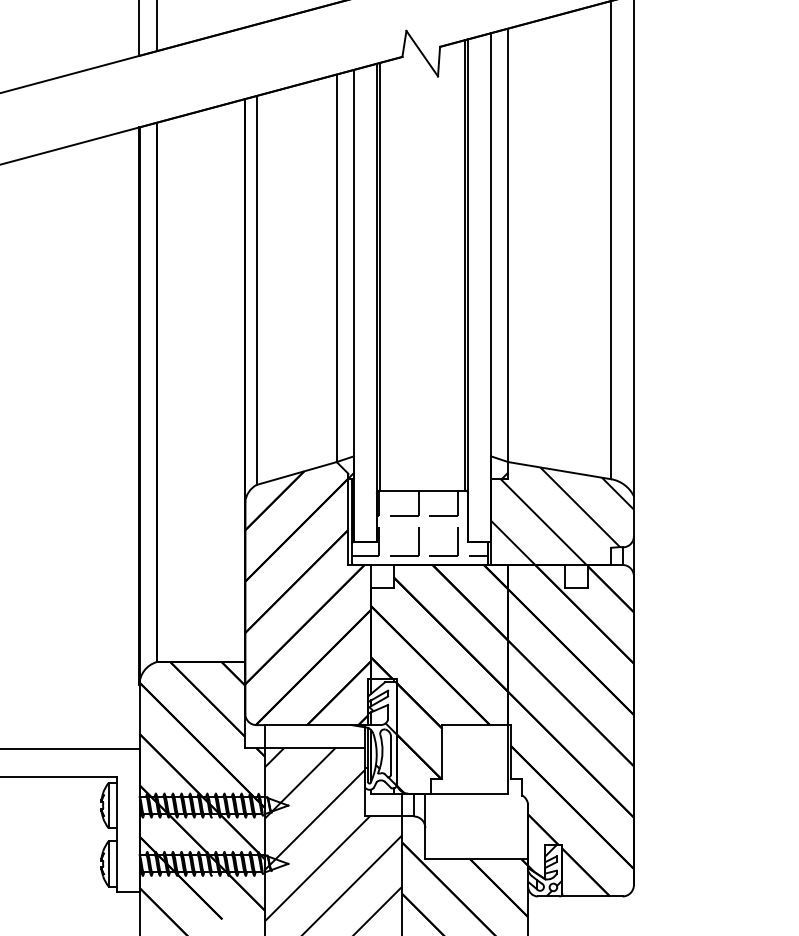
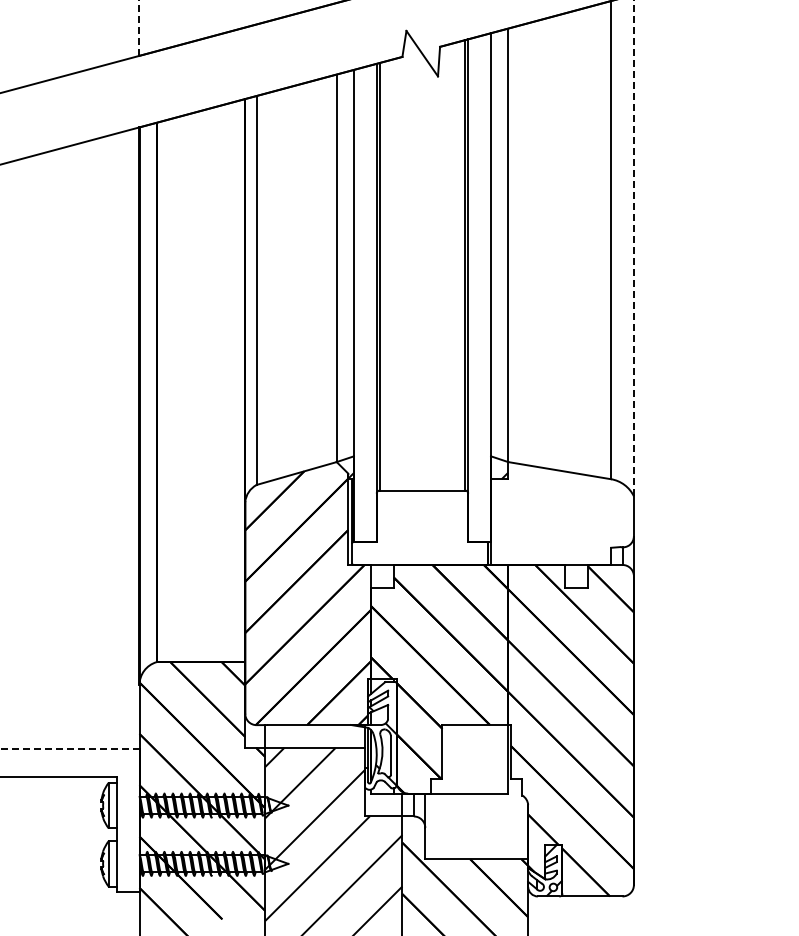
line at (156, 26): present -> none
line at (139, 27): solid -> dashed
line at (633, 248): solid -> dashed
hatch at (562, 515): present -> none
hatch at (420, 523): present -> none
line at (69, 749): solid -> dashed
